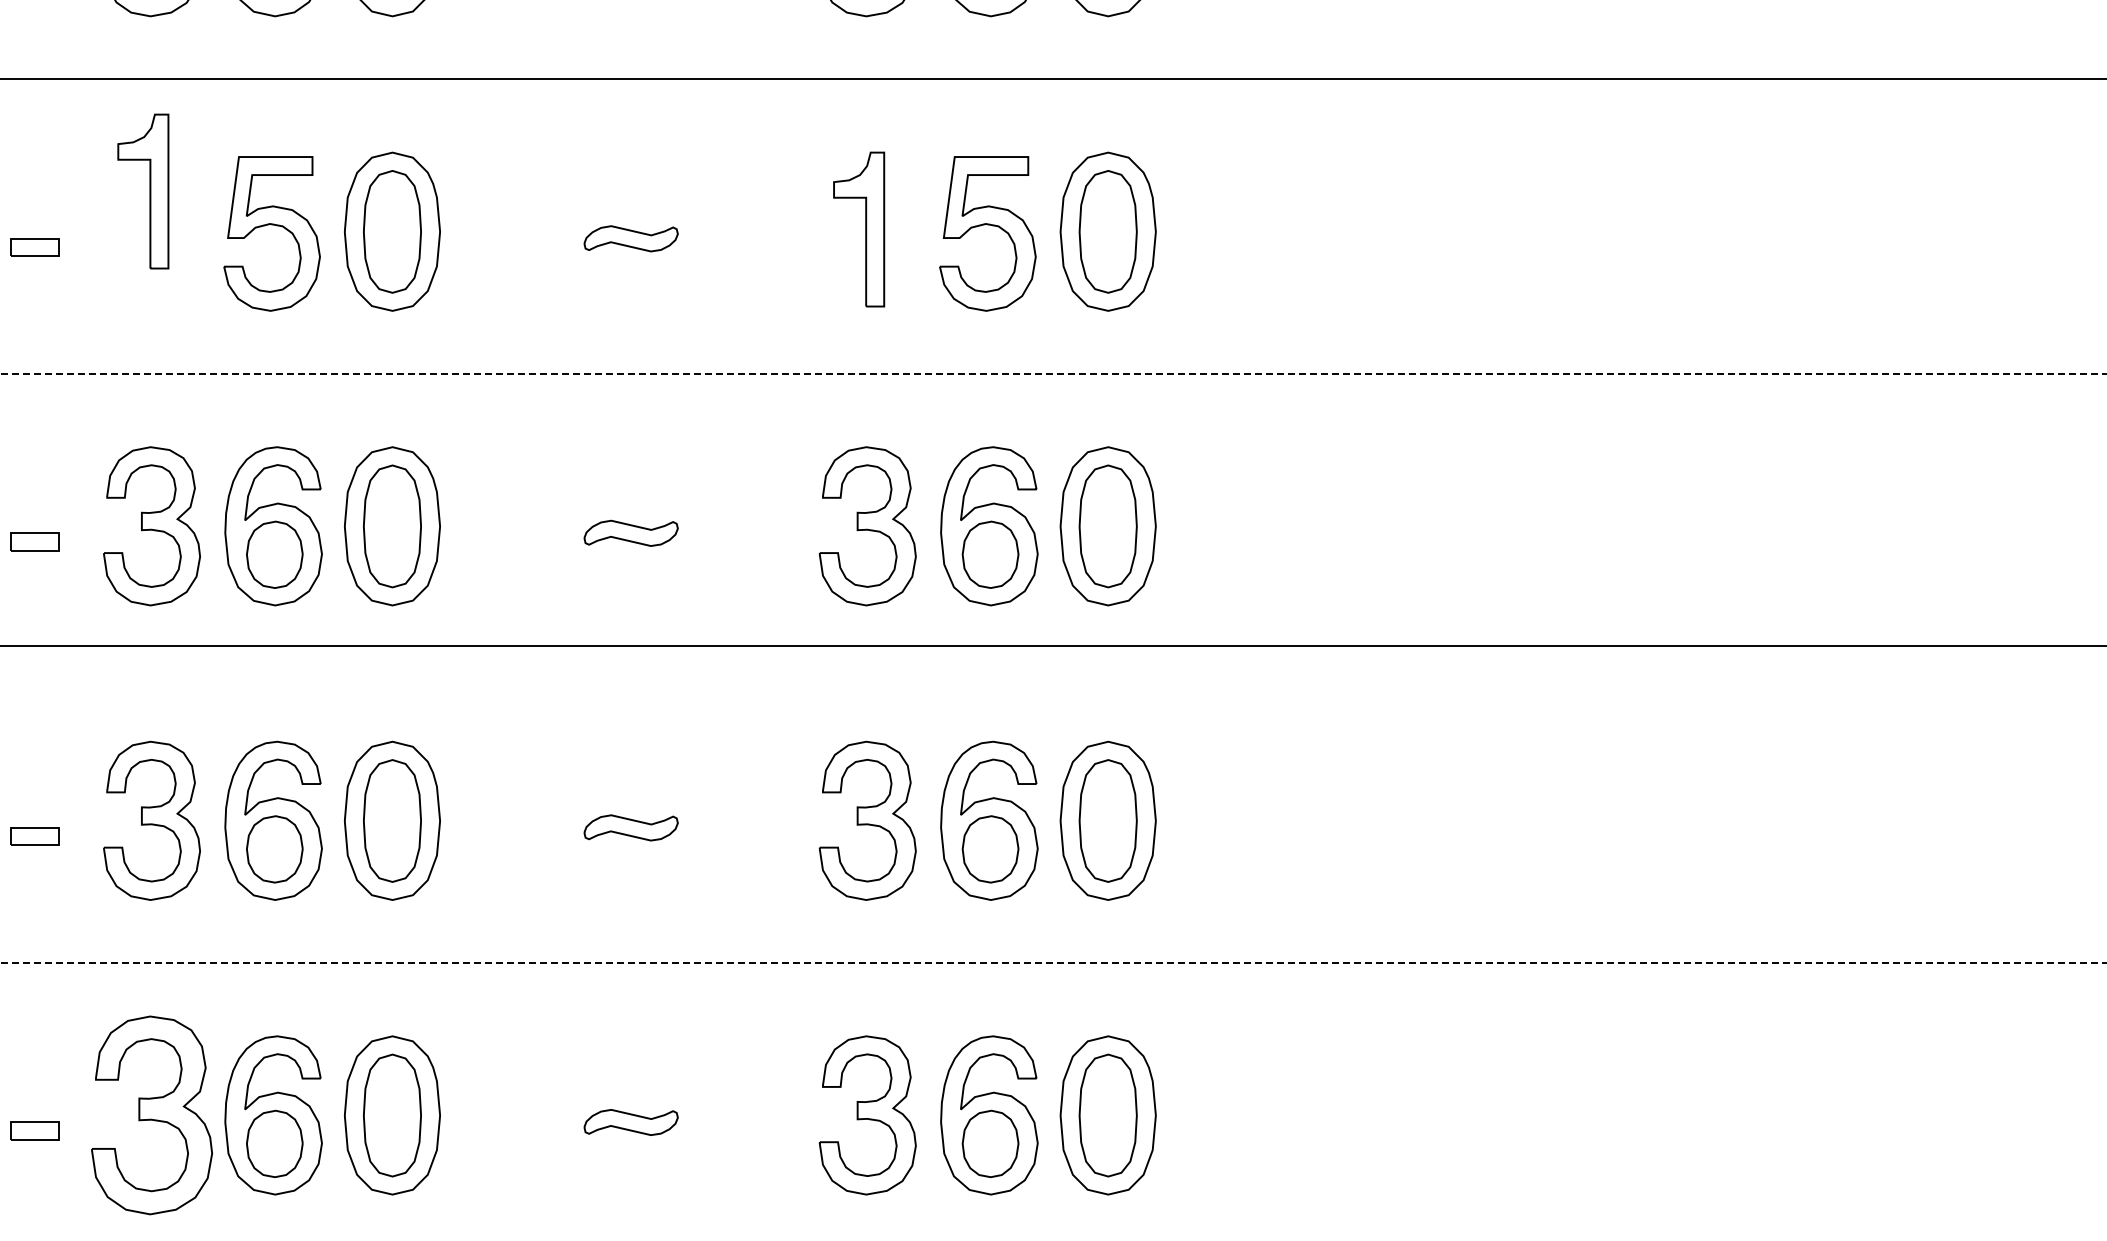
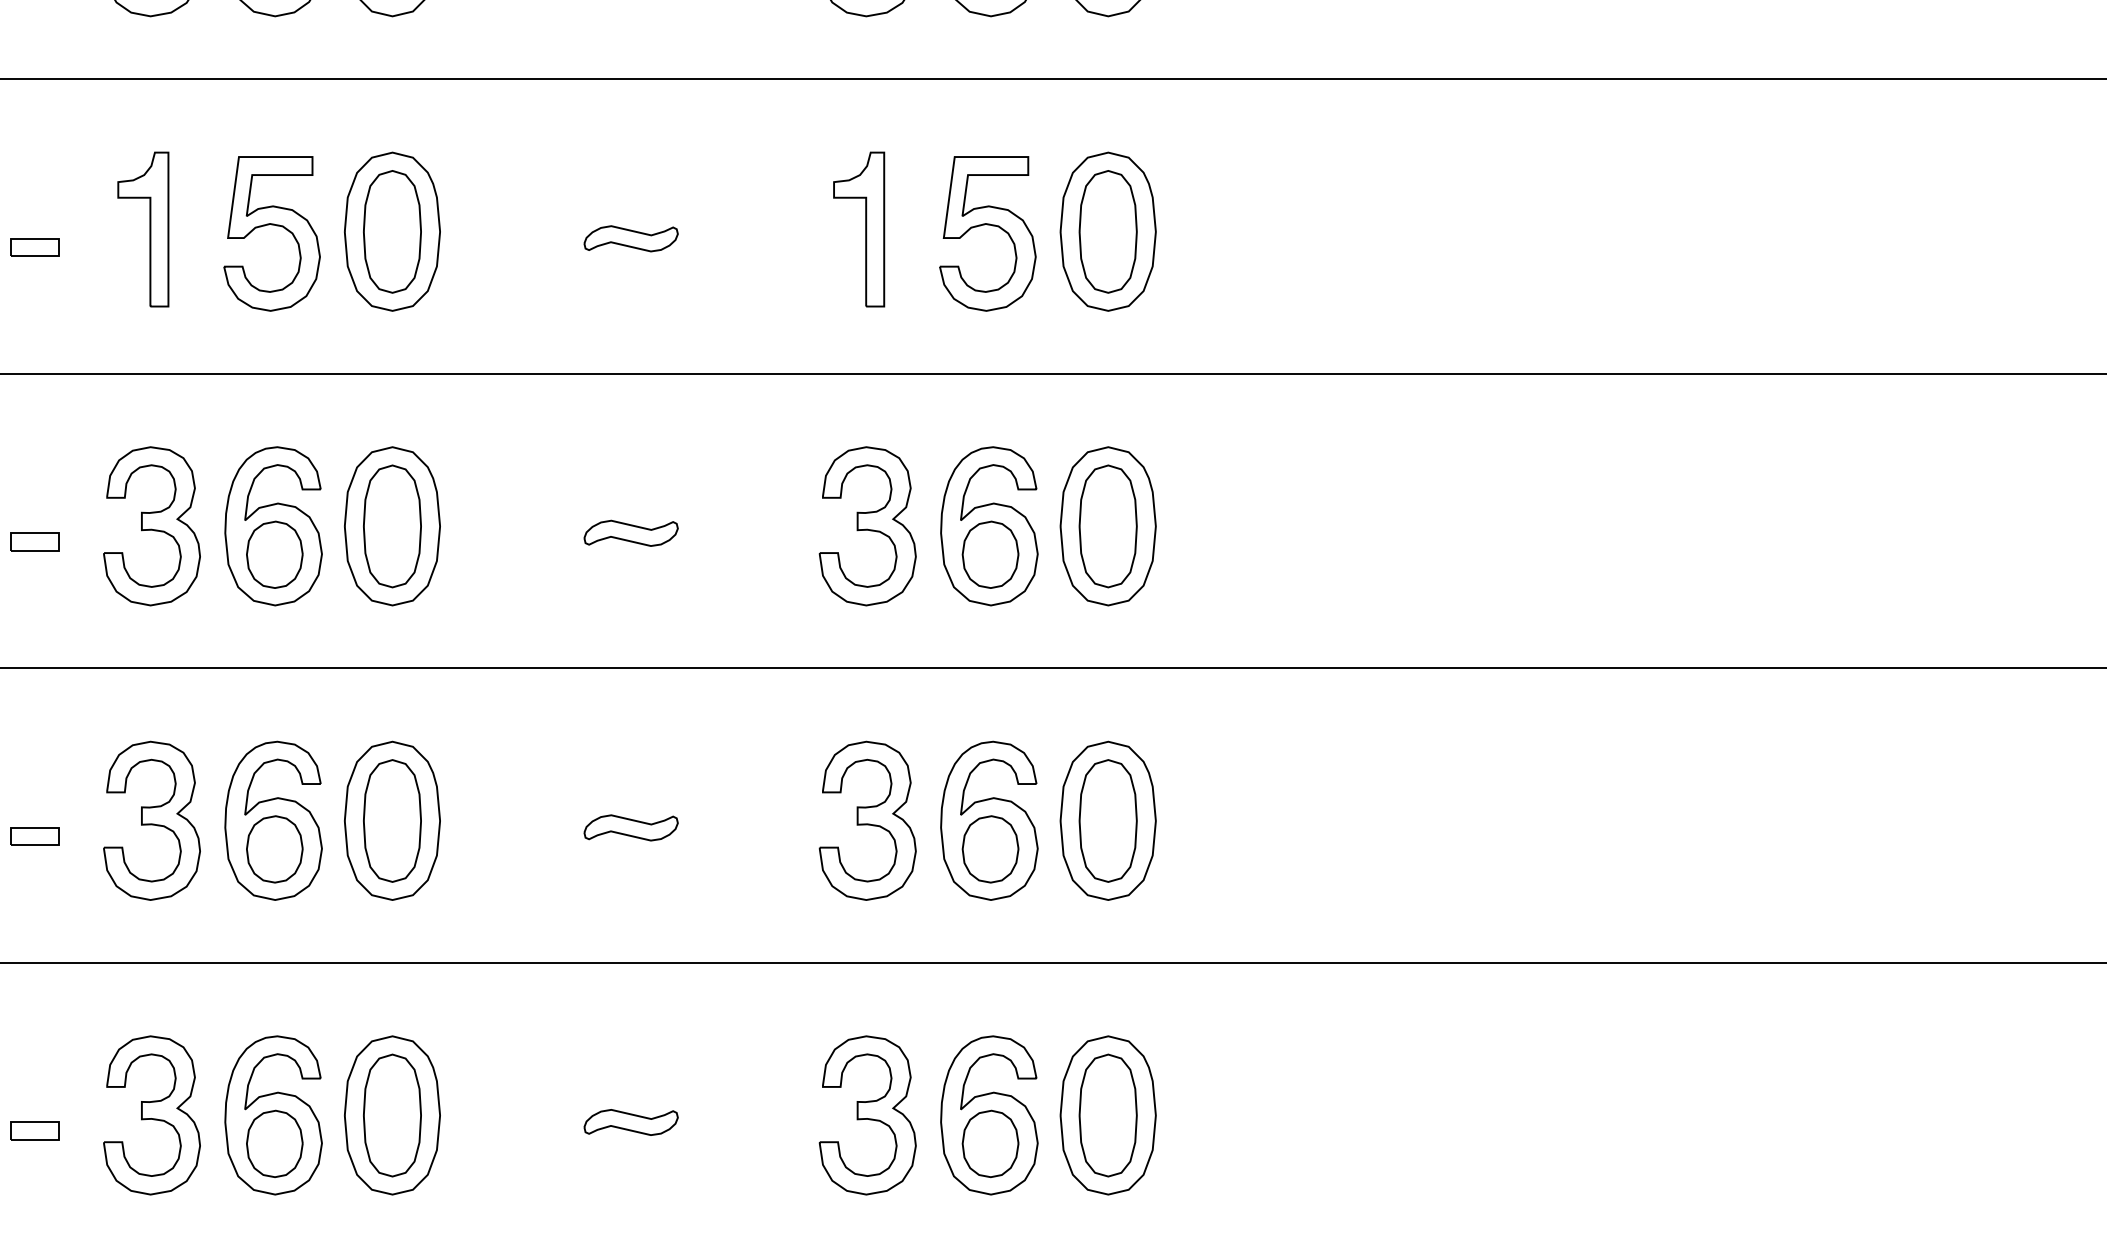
part at (143, 191) position: (143, 191) -> (143, 229)
line at (1053, 373): dashed -> solid
line at (1052, 646) position: (1052, 646) -> (1052, 668)
line at (1053, 962): dashed -> solid
part at (152, 1115) size: 123x201 px -> 98x161 px
